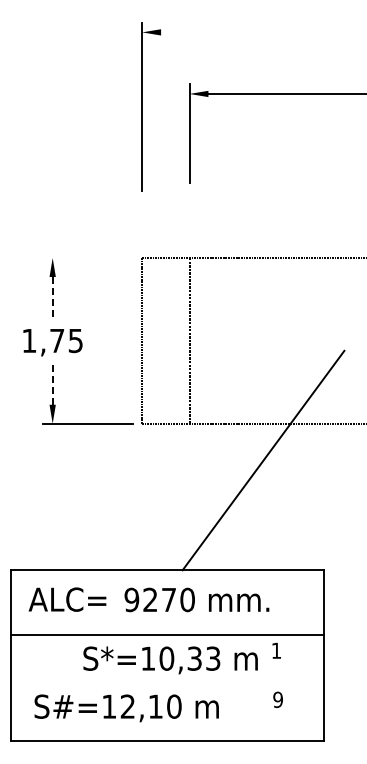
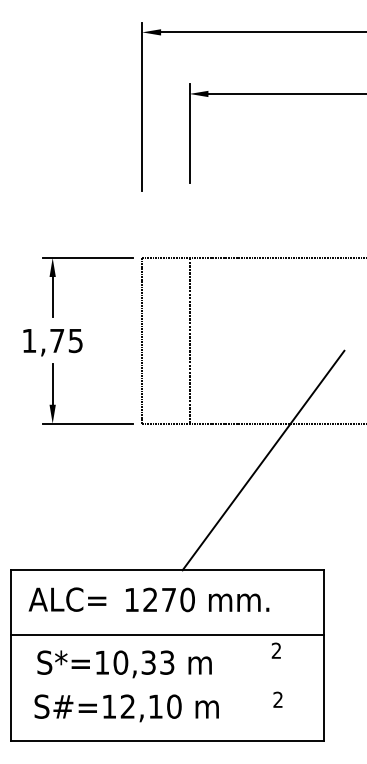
line at (262, 32): none -> present
line at (87, 258): none -> present
line at (52, 297): dashed -> solid
line at (52, 384): dashed -> solid
text at (131, 599): 9270 -> 1270
text at (275, 650): 1 -> 2
text at (170, 660) position: (170, 660) -> (124, 664)
text at (277, 699): 9 -> 2
